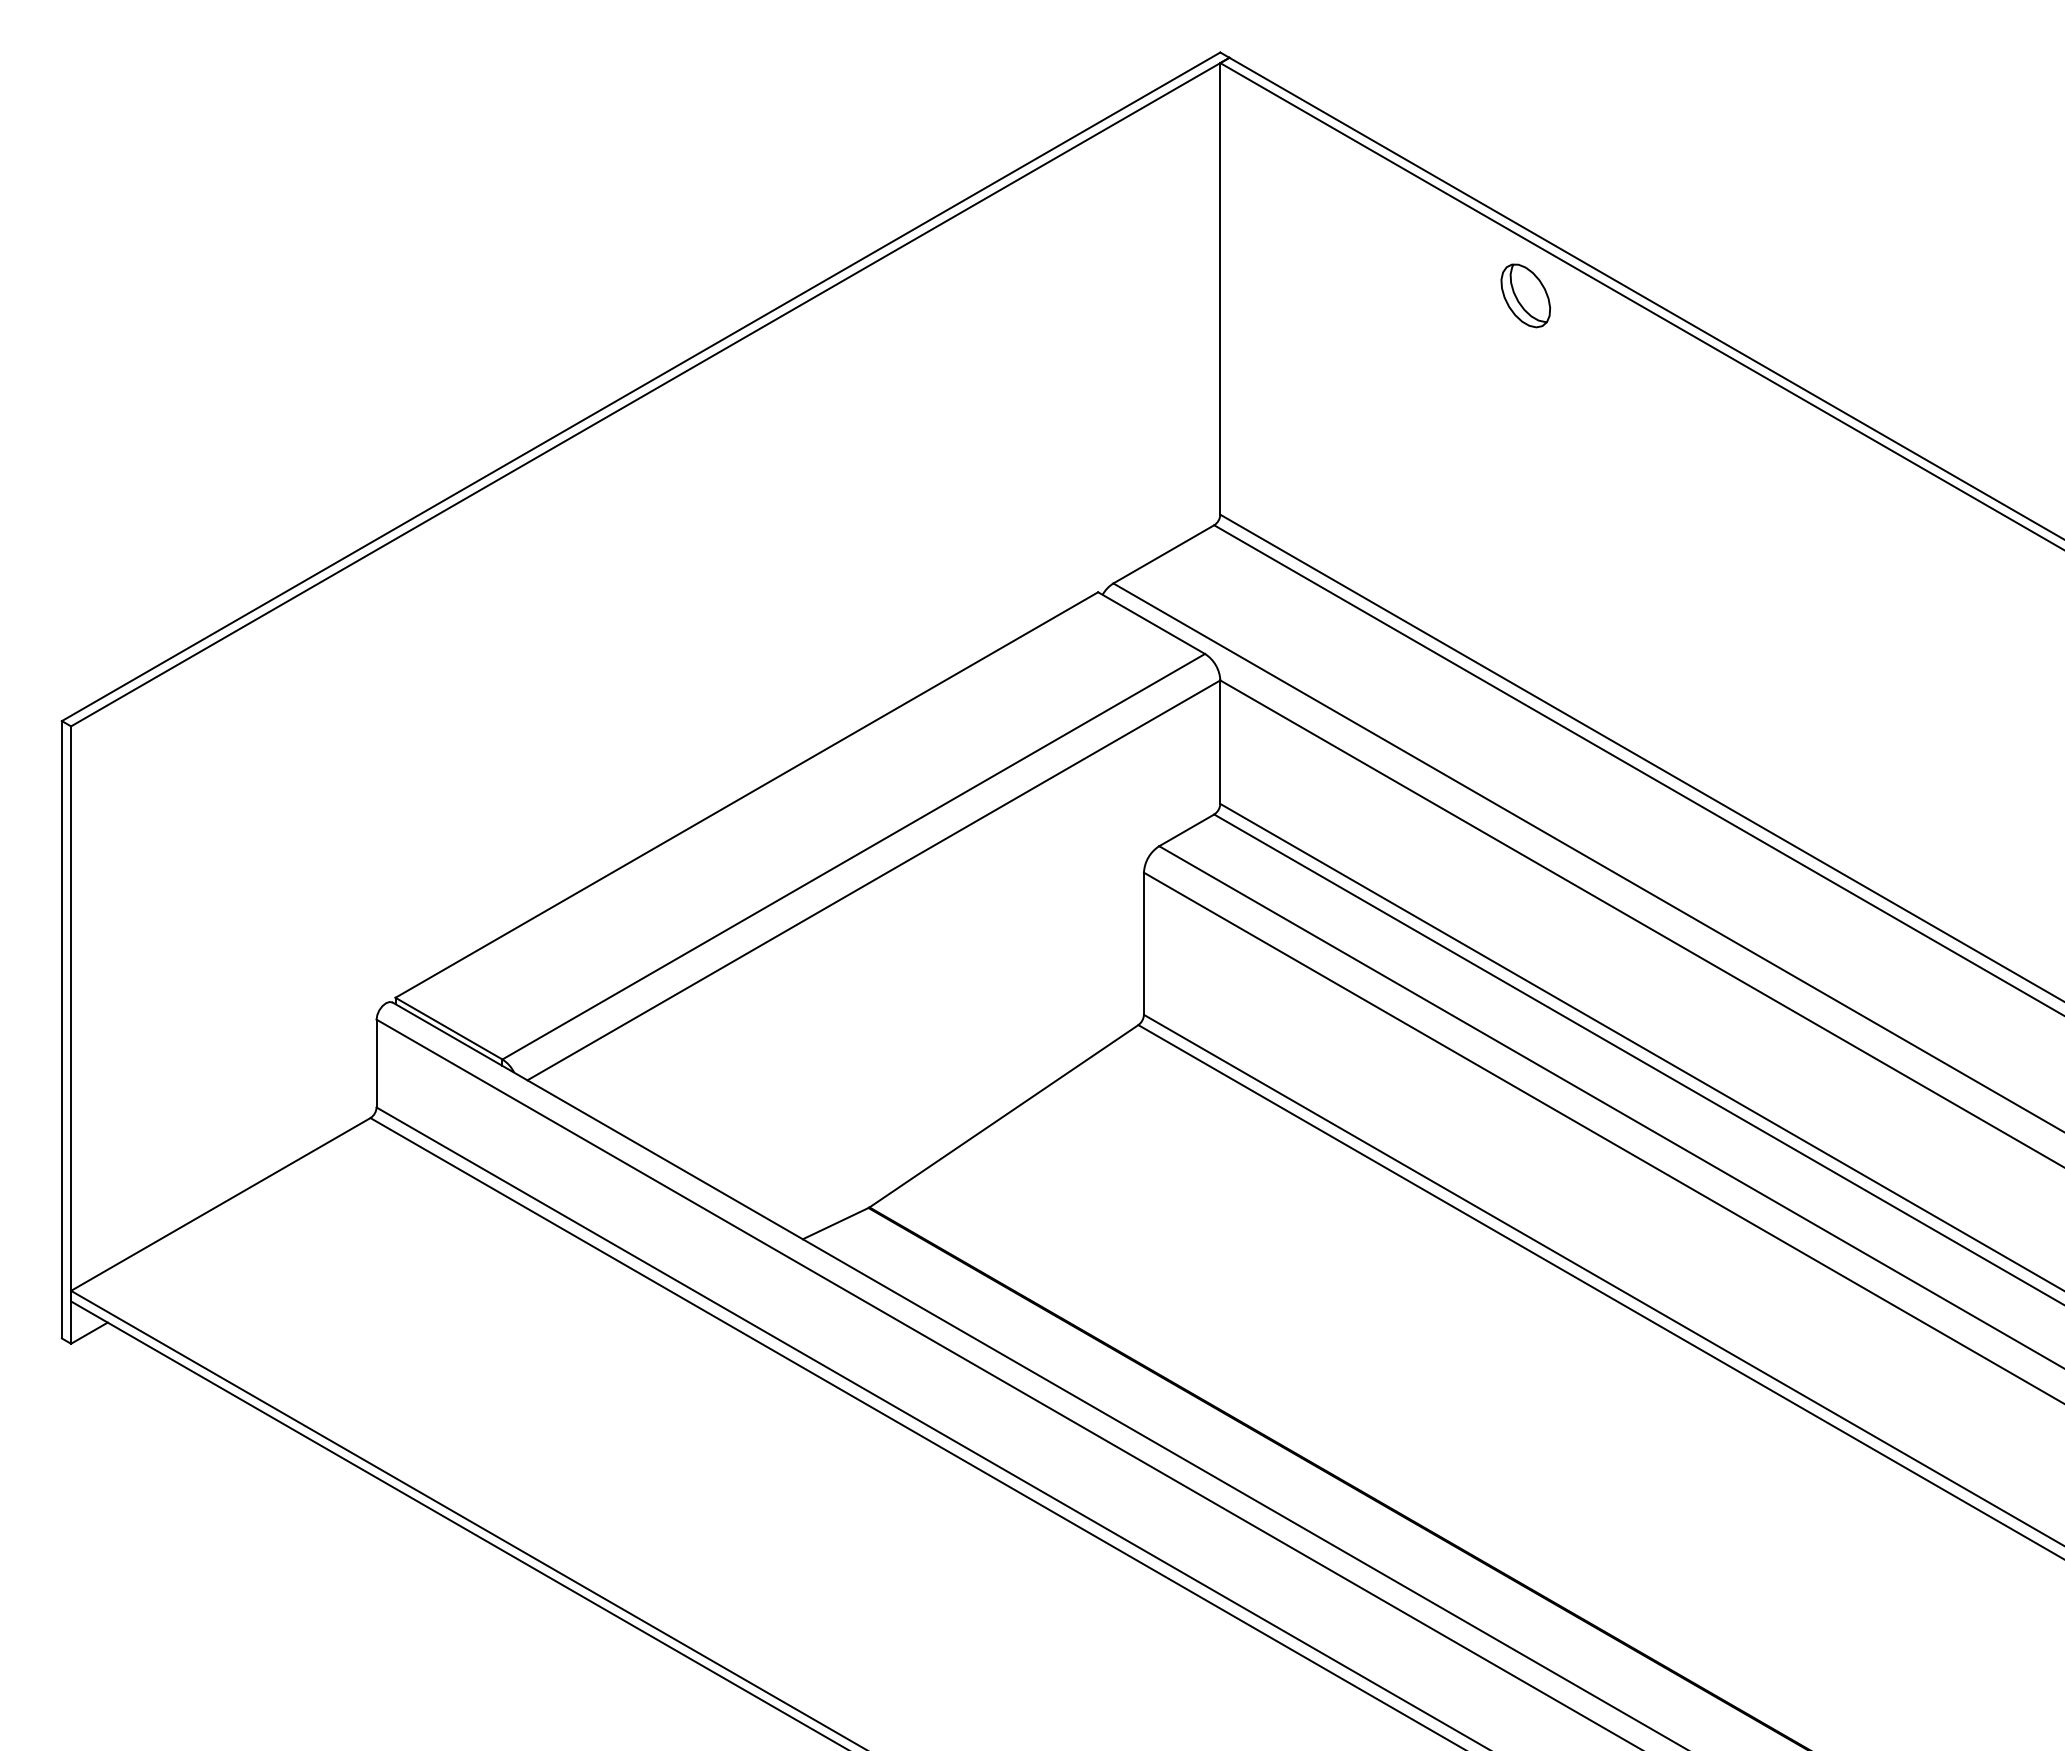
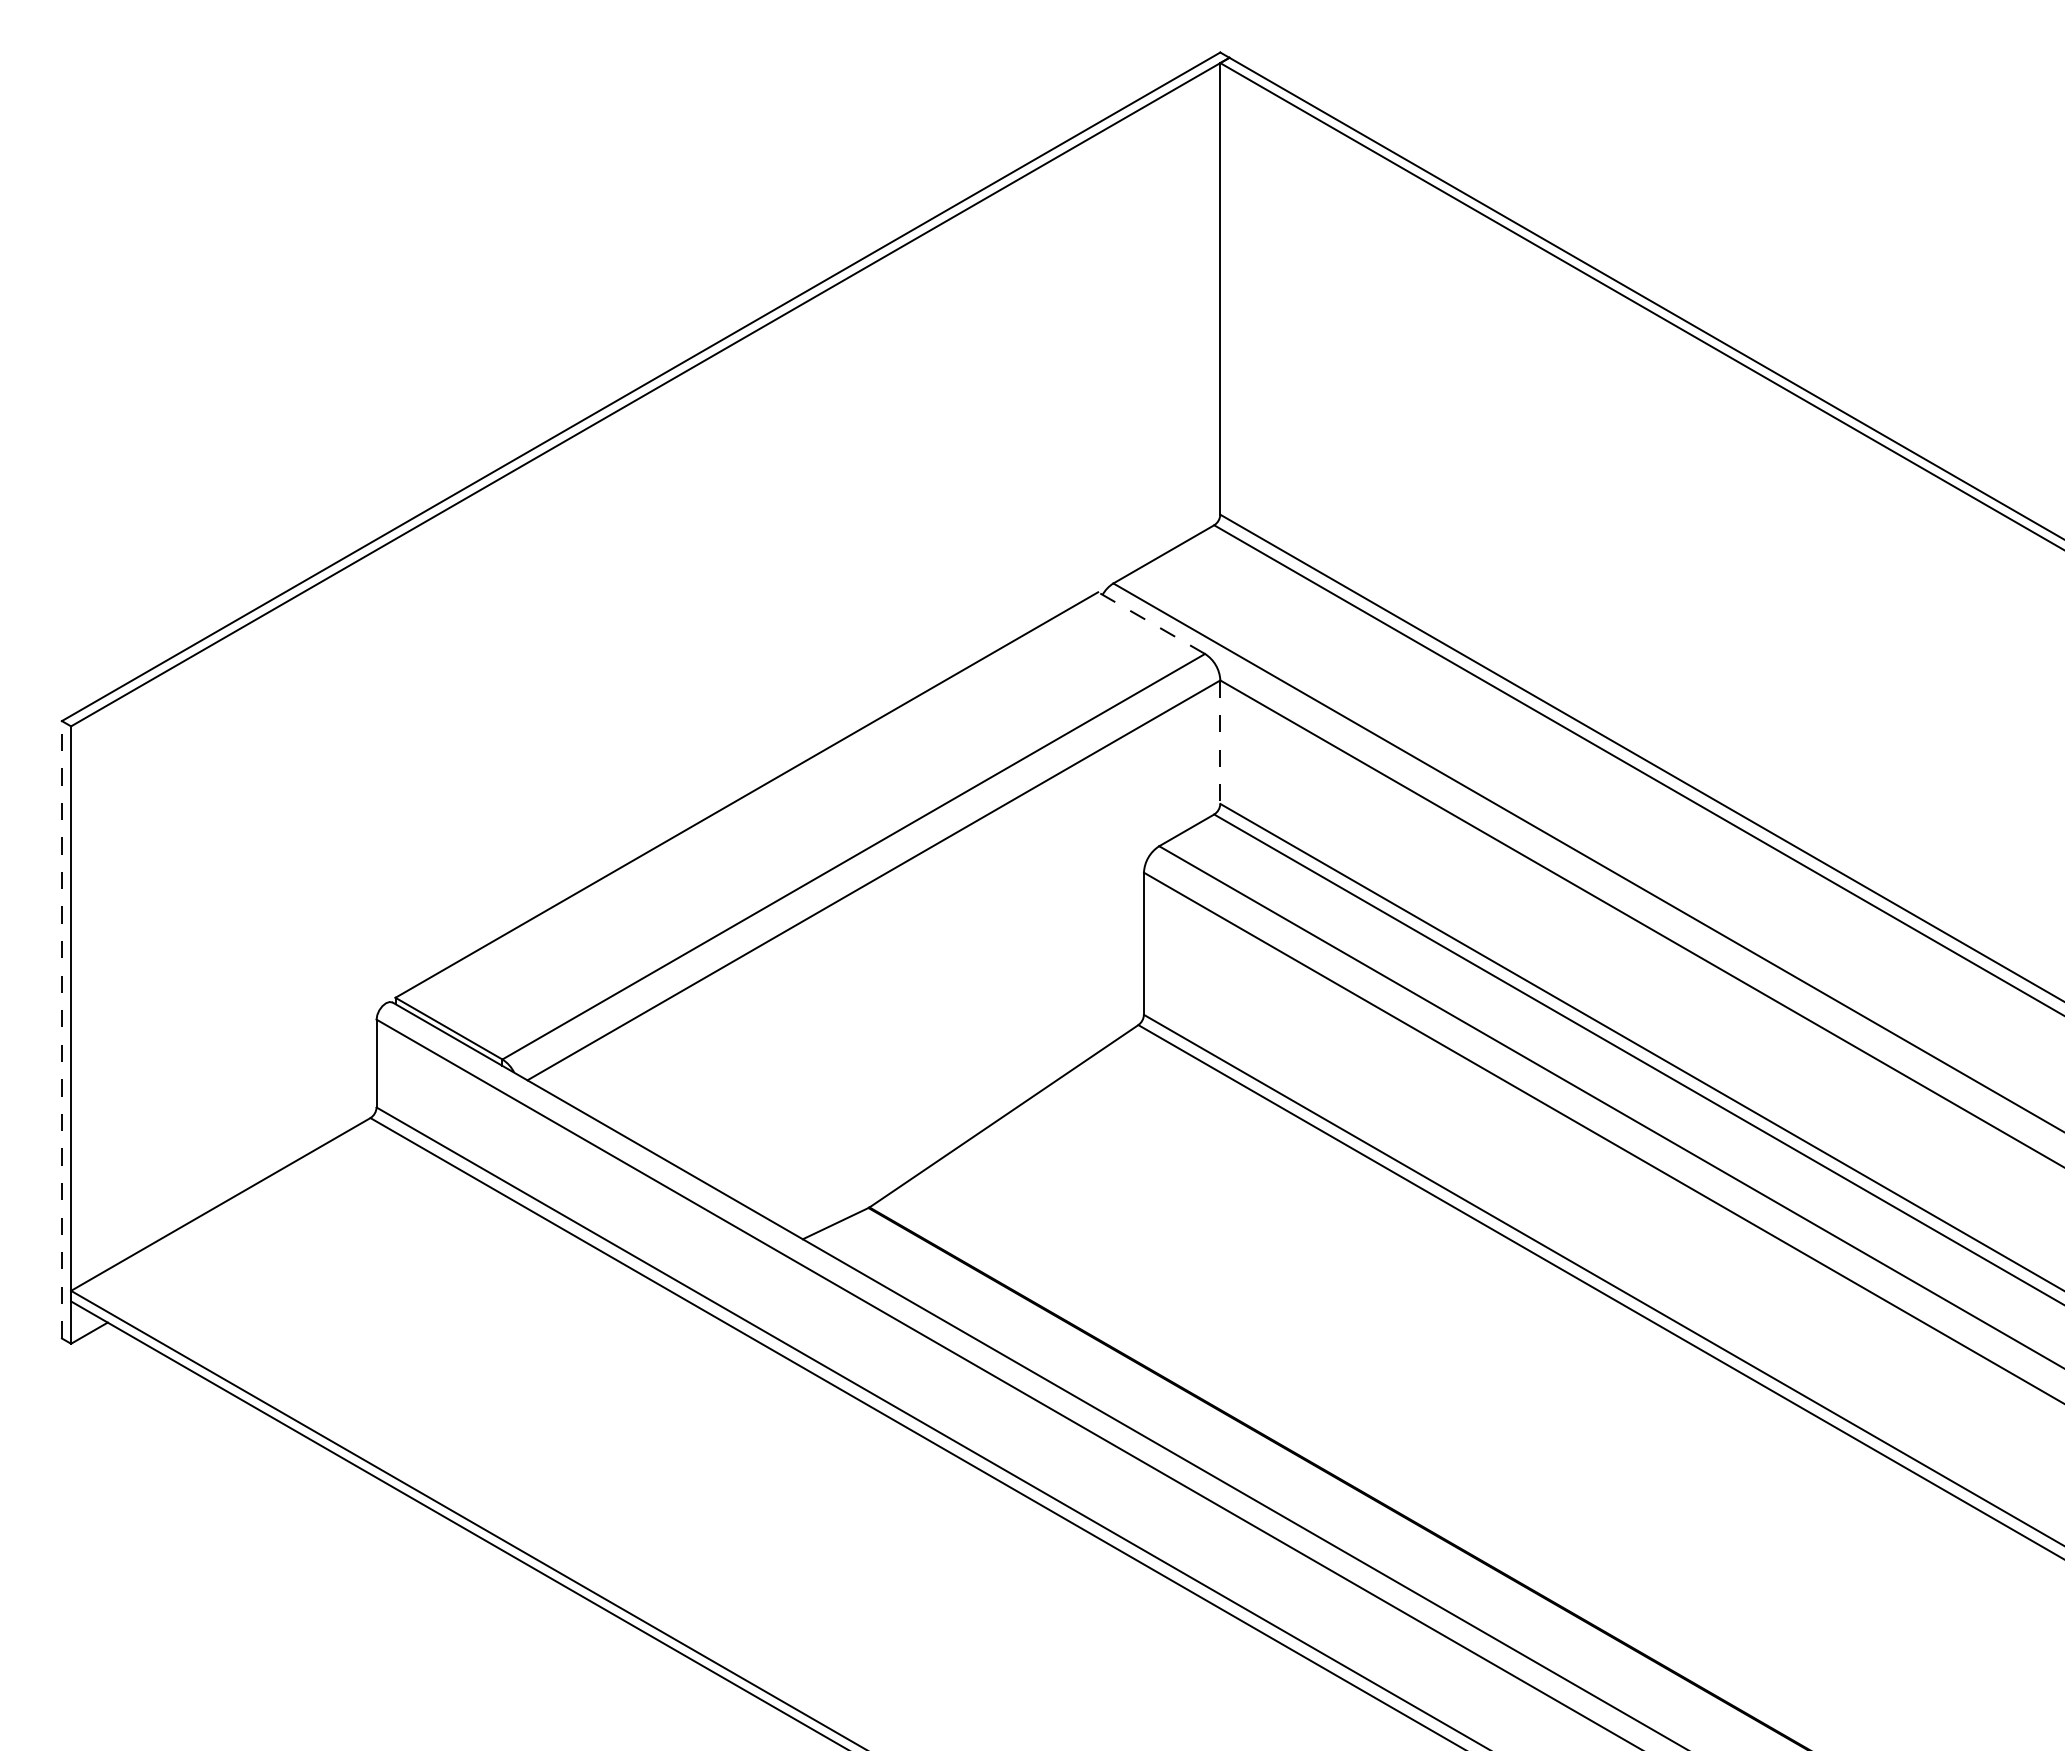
part at (1525, 295): present -> none
line at (1151, 623): solid -> dashed
line at (1220, 742): solid -> dashed
line at (61, 1029): solid -> dashed
